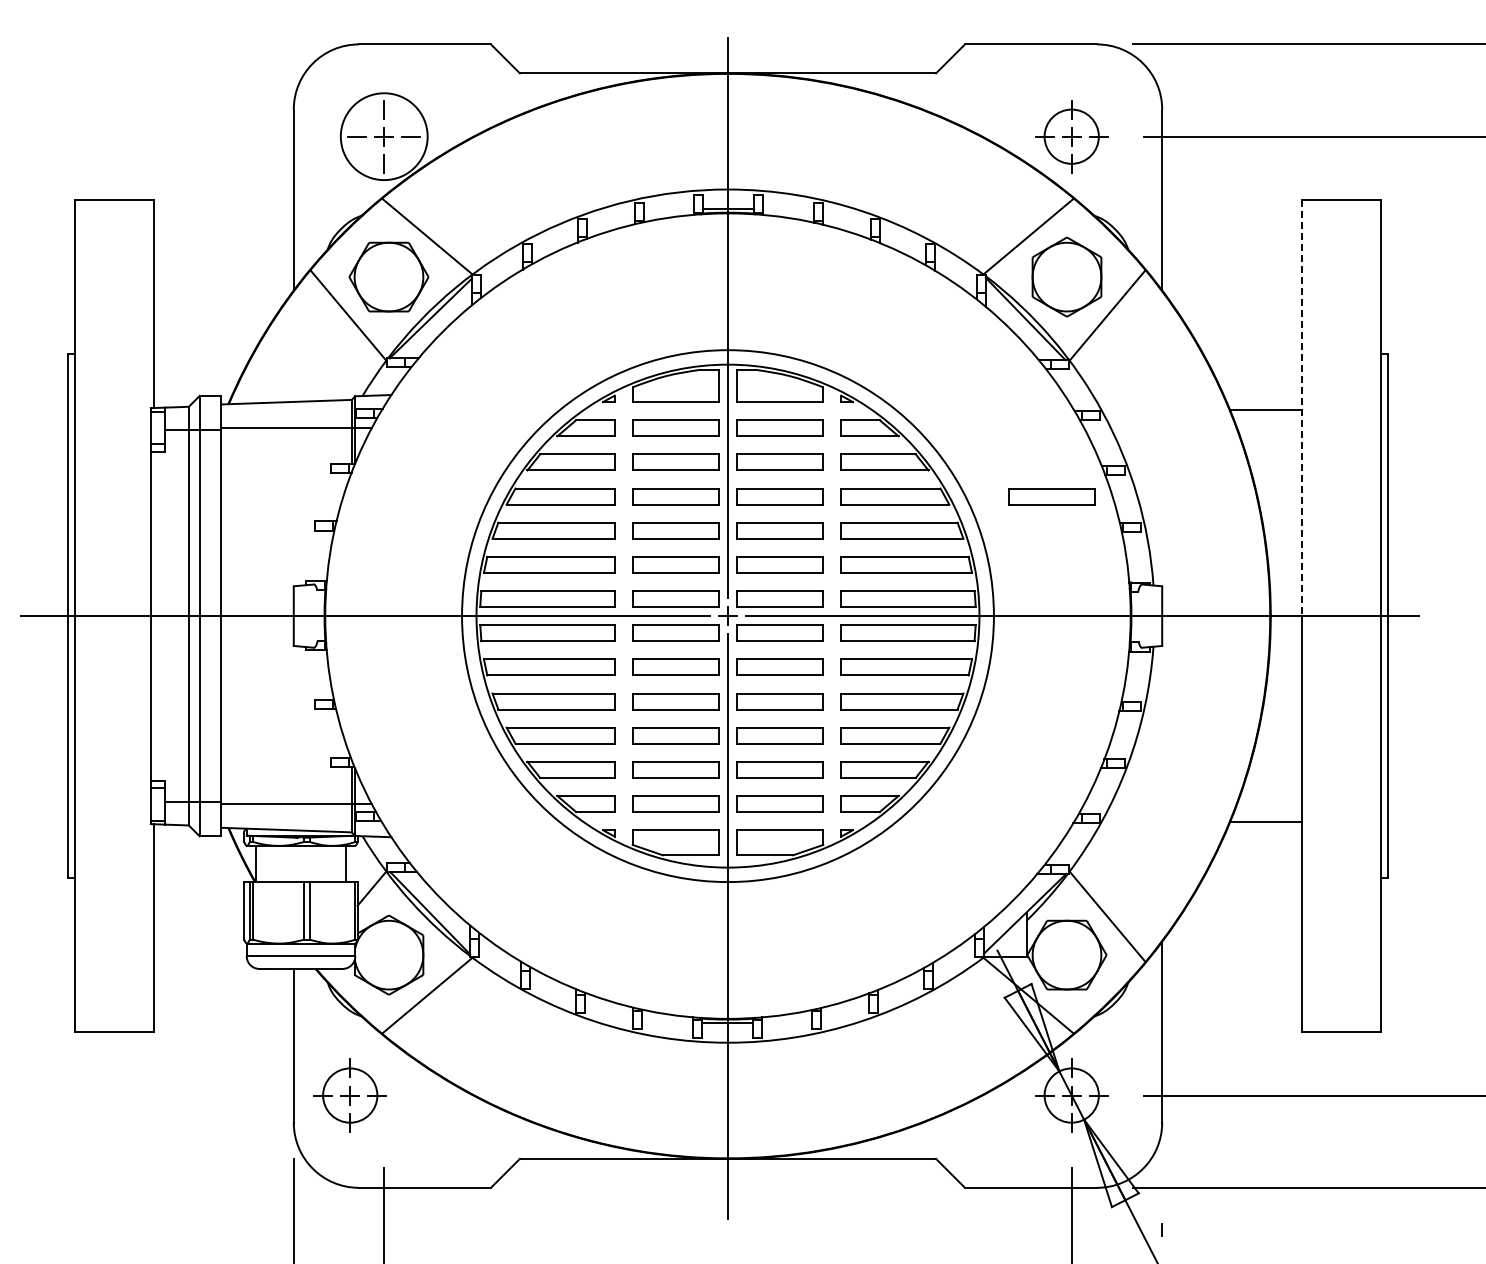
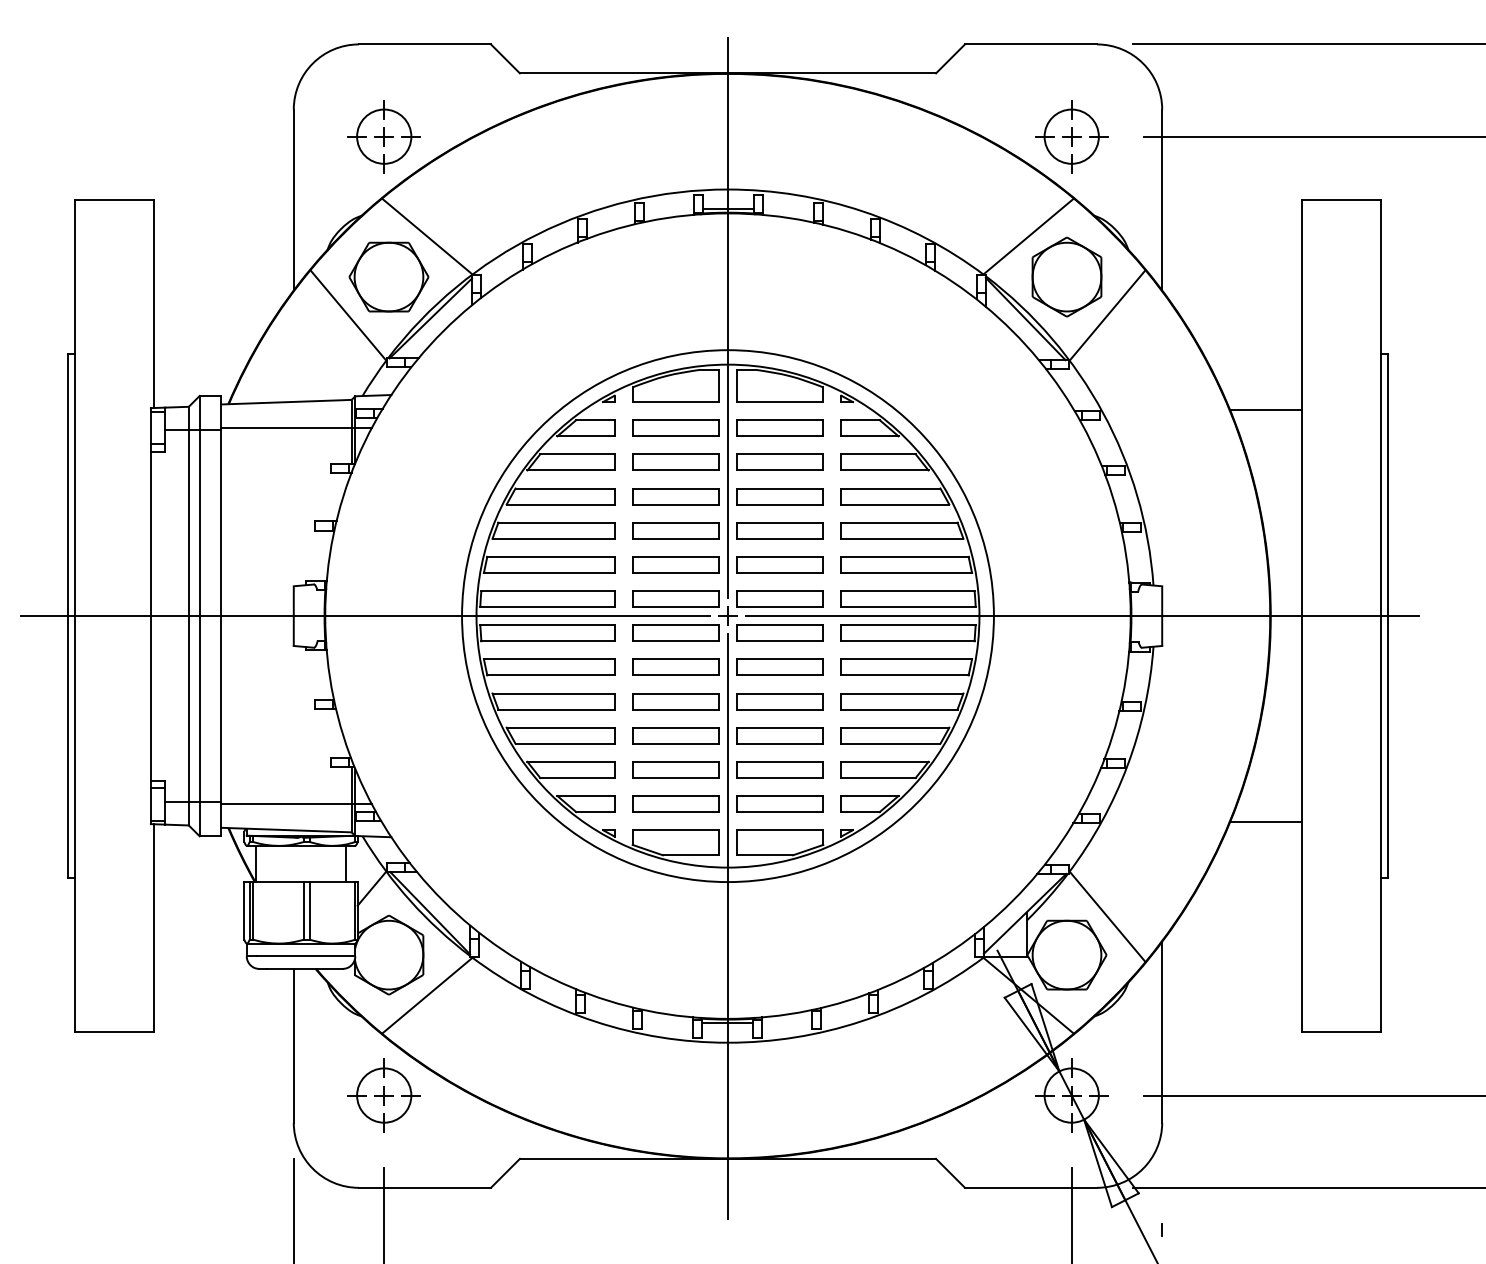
circle at (383, 136) diameter: 87 px -> 54 px
line at (1301, 408): dashed -> solid
part at (1051, 496): present -> none
part at (349, 1095) position: (349, 1095) -> (383, 1095)
